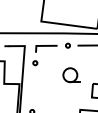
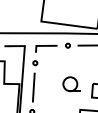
part at (71, 75) position: (71, 75) -> (71, 84)
line at (33, 87): none -> present
